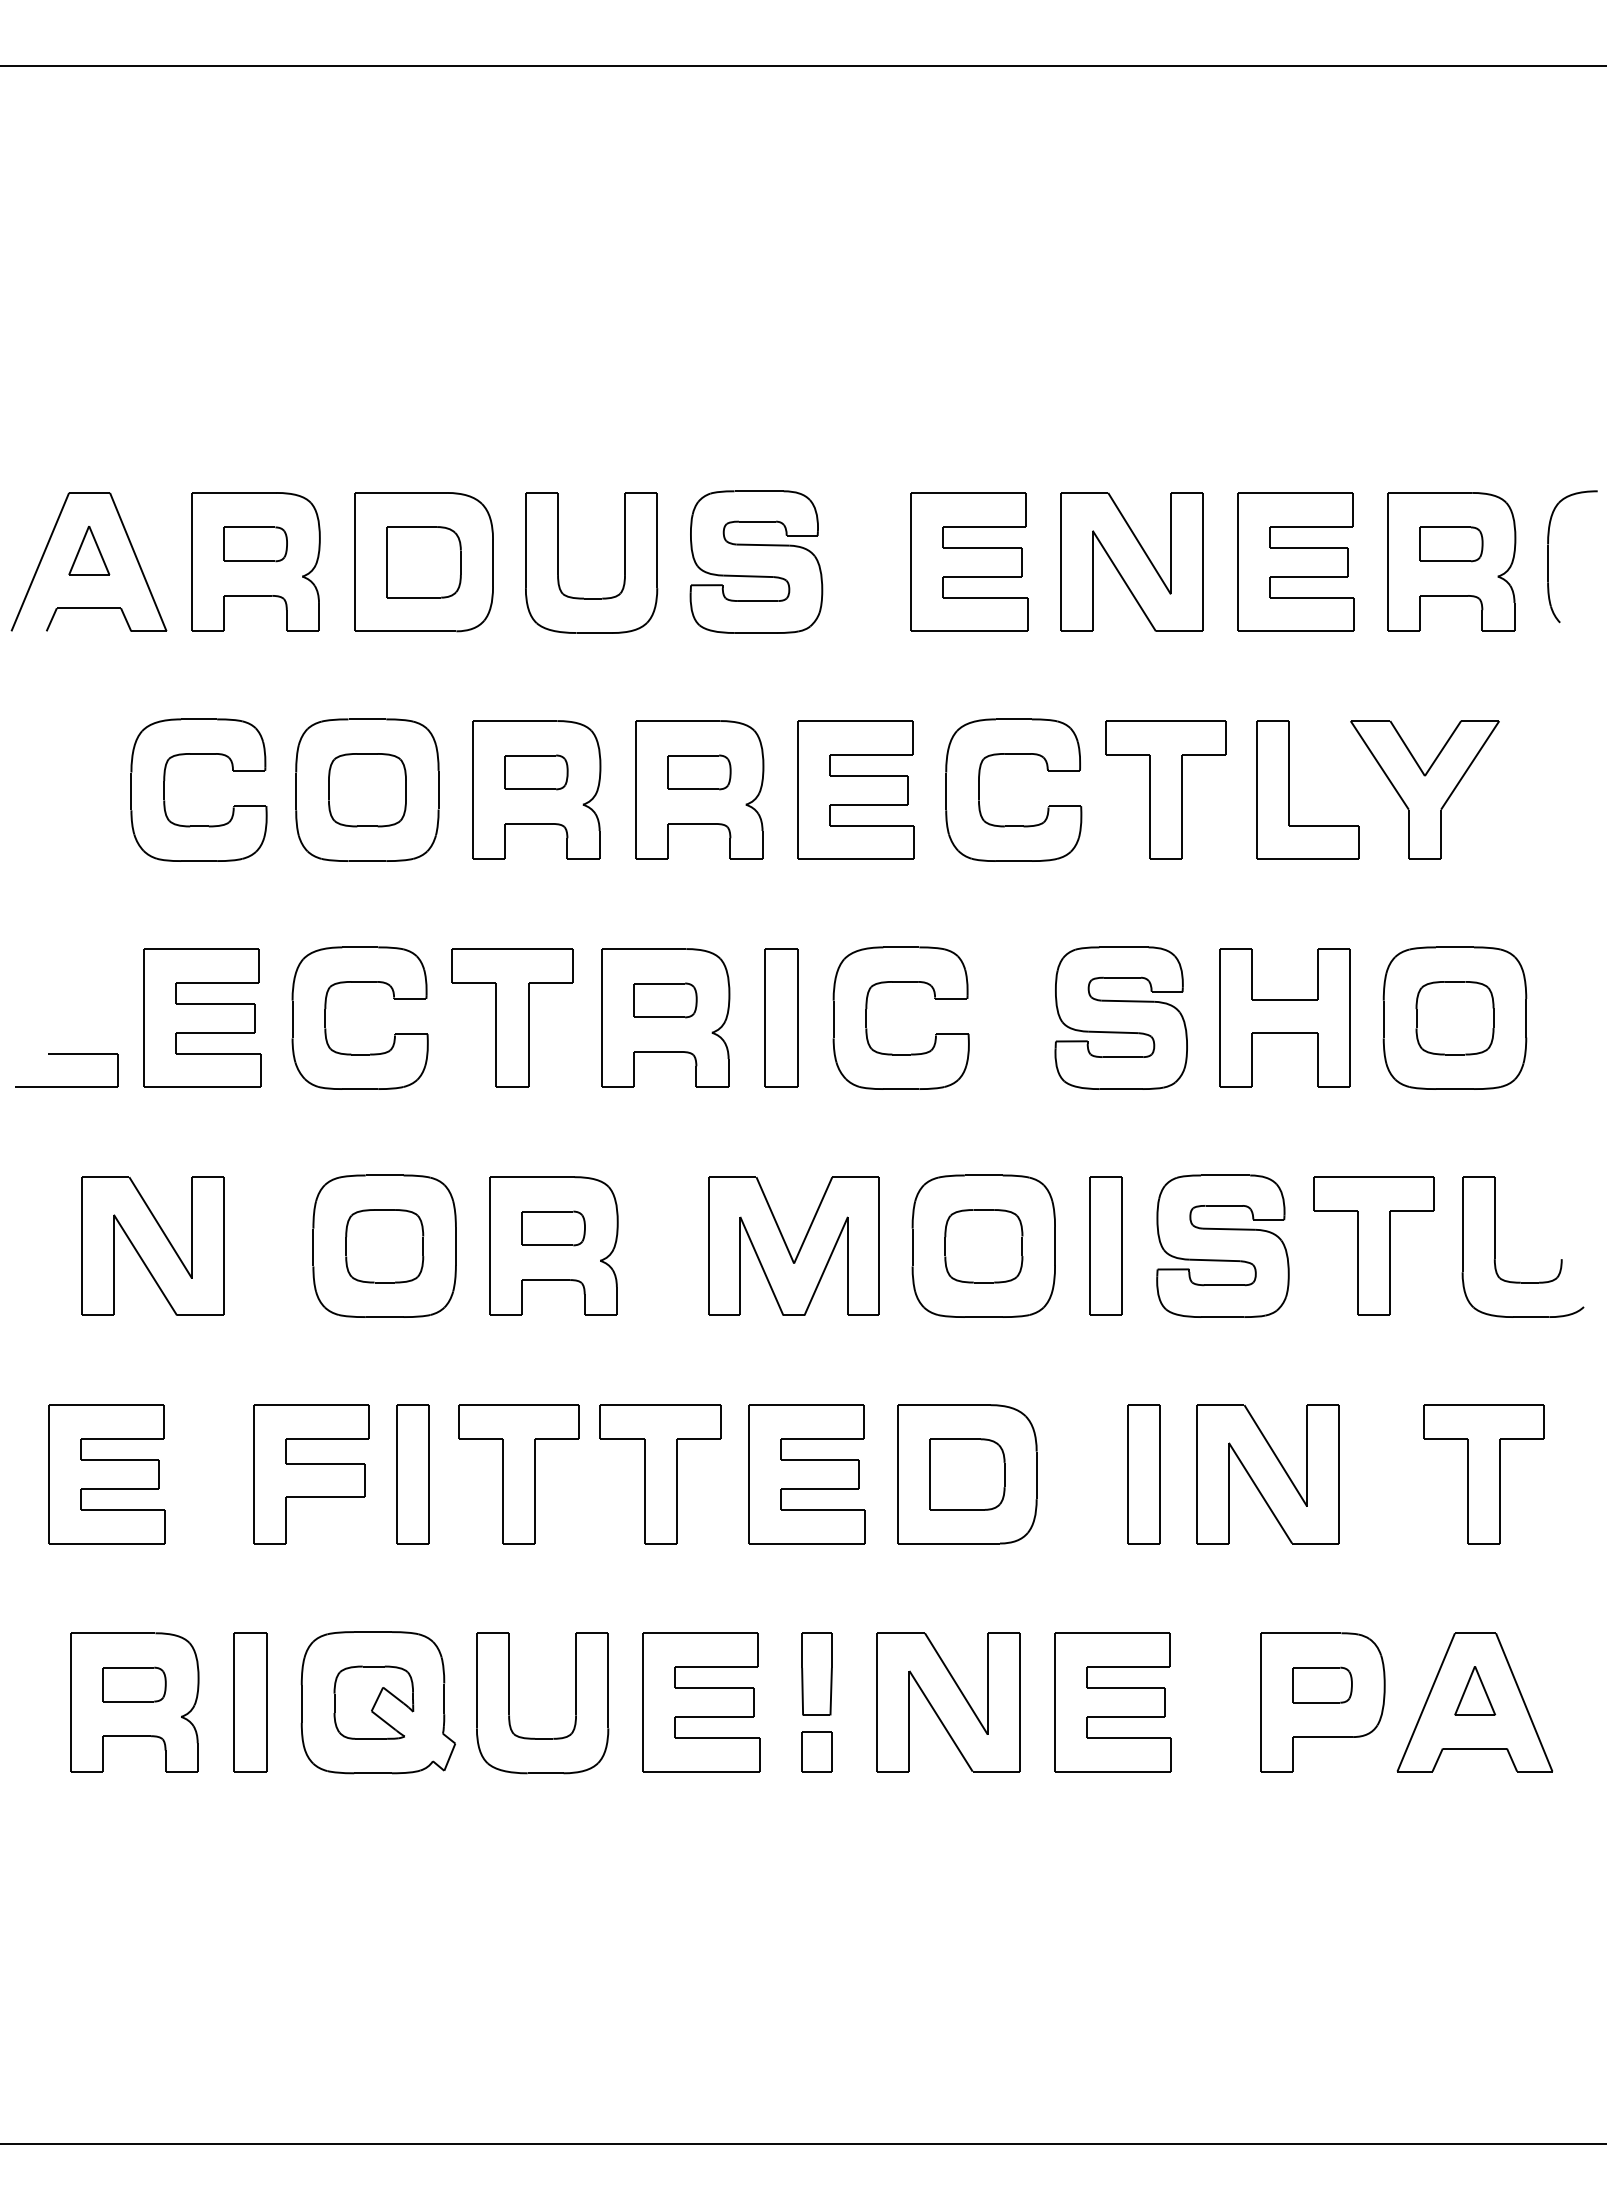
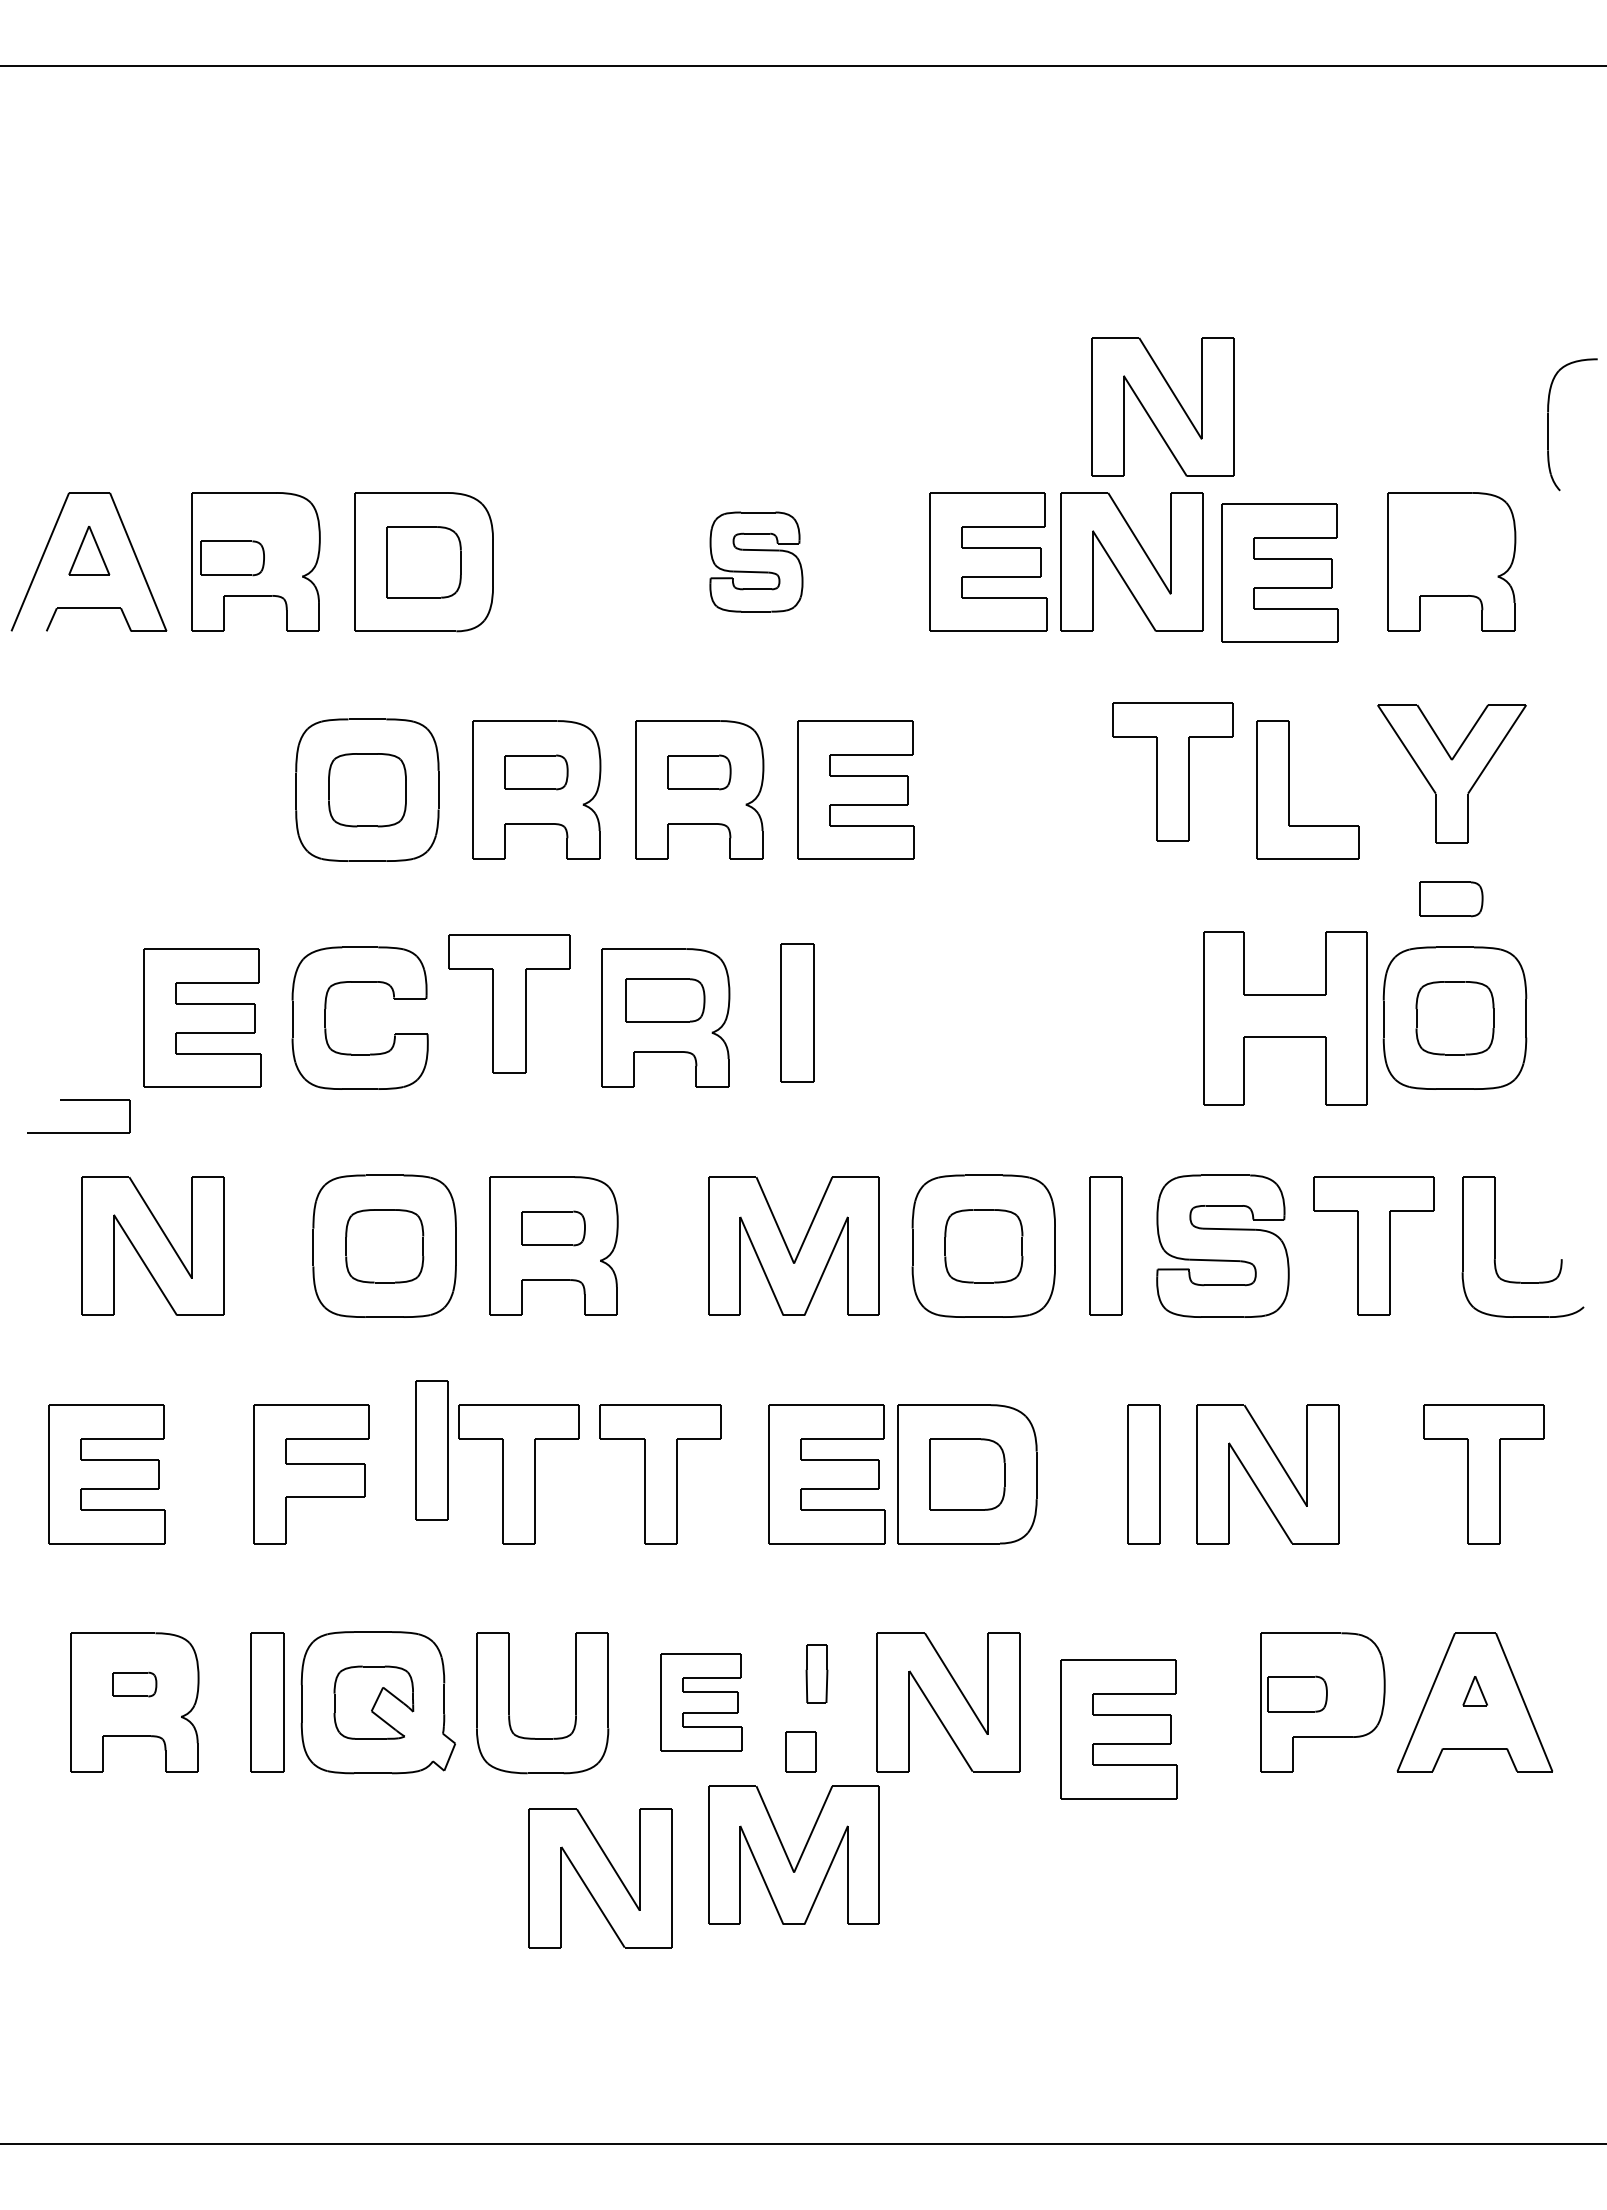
part at (1162, 406): none -> present
part at (255, 544) position: (255, 544) -> (232, 558)
part at (1451, 544) position: (1451, 544) -> (1451, 899)
part at (1548, 556) position: (1548, 556) -> (1548, 424)
part at (756, 561) size: 135x144 px -> 95x102 px
part at (969, 561) position: (969, 561) -> (988, 561)
part at (1295, 561) position: (1295, 561) -> (1279, 572)
part at (558, 562): present -> none
part at (164, 789): present -> none
part at (979, 789): present -> none
part at (1165, 789) position: (1165, 789) -> (1172, 771)
part at (1424, 789) position: (1424, 789) -> (1451, 773)
part at (665, 1000) size: 65x37 px -> 81x45 px
part at (512, 1017) position: (512, 1017) -> (509, 1003)
part at (781, 1017) position: (781, 1017) -> (797, 1012)
part at (866, 1017): present -> none
part at (1120, 1017): present -> none
part at (1284, 1017) size: 132x140 px -> 165x175 px
part at (66, 1054) position: (66, 1054) -> (78, 1100)
part at (412, 1474) position: (412, 1474) -> (431, 1450)
part at (806, 1474) position: (806, 1474) -> (826, 1474)
part at (816, 1673) size: 32x84 px -> 24x60 px
part at (134, 1684) size: 65x37 px -> 46x27 px
part at (1322, 1684) position: (1322, 1684) -> (1297, 1693)
part at (1475, 1690) size: 43x50 px -> 26x31 px
part at (250, 1702) position: (250, 1702) -> (267, 1702)
part at (701, 1702) size: 119x141 px -> 83x99 px
part at (1112, 1702) position: (1112, 1702) -> (1118, 1729)
part at (816, 1751) position: (816, 1751) -> (800, 1751)
part at (793, 1854): none -> present
part at (600, 1878): none -> present
